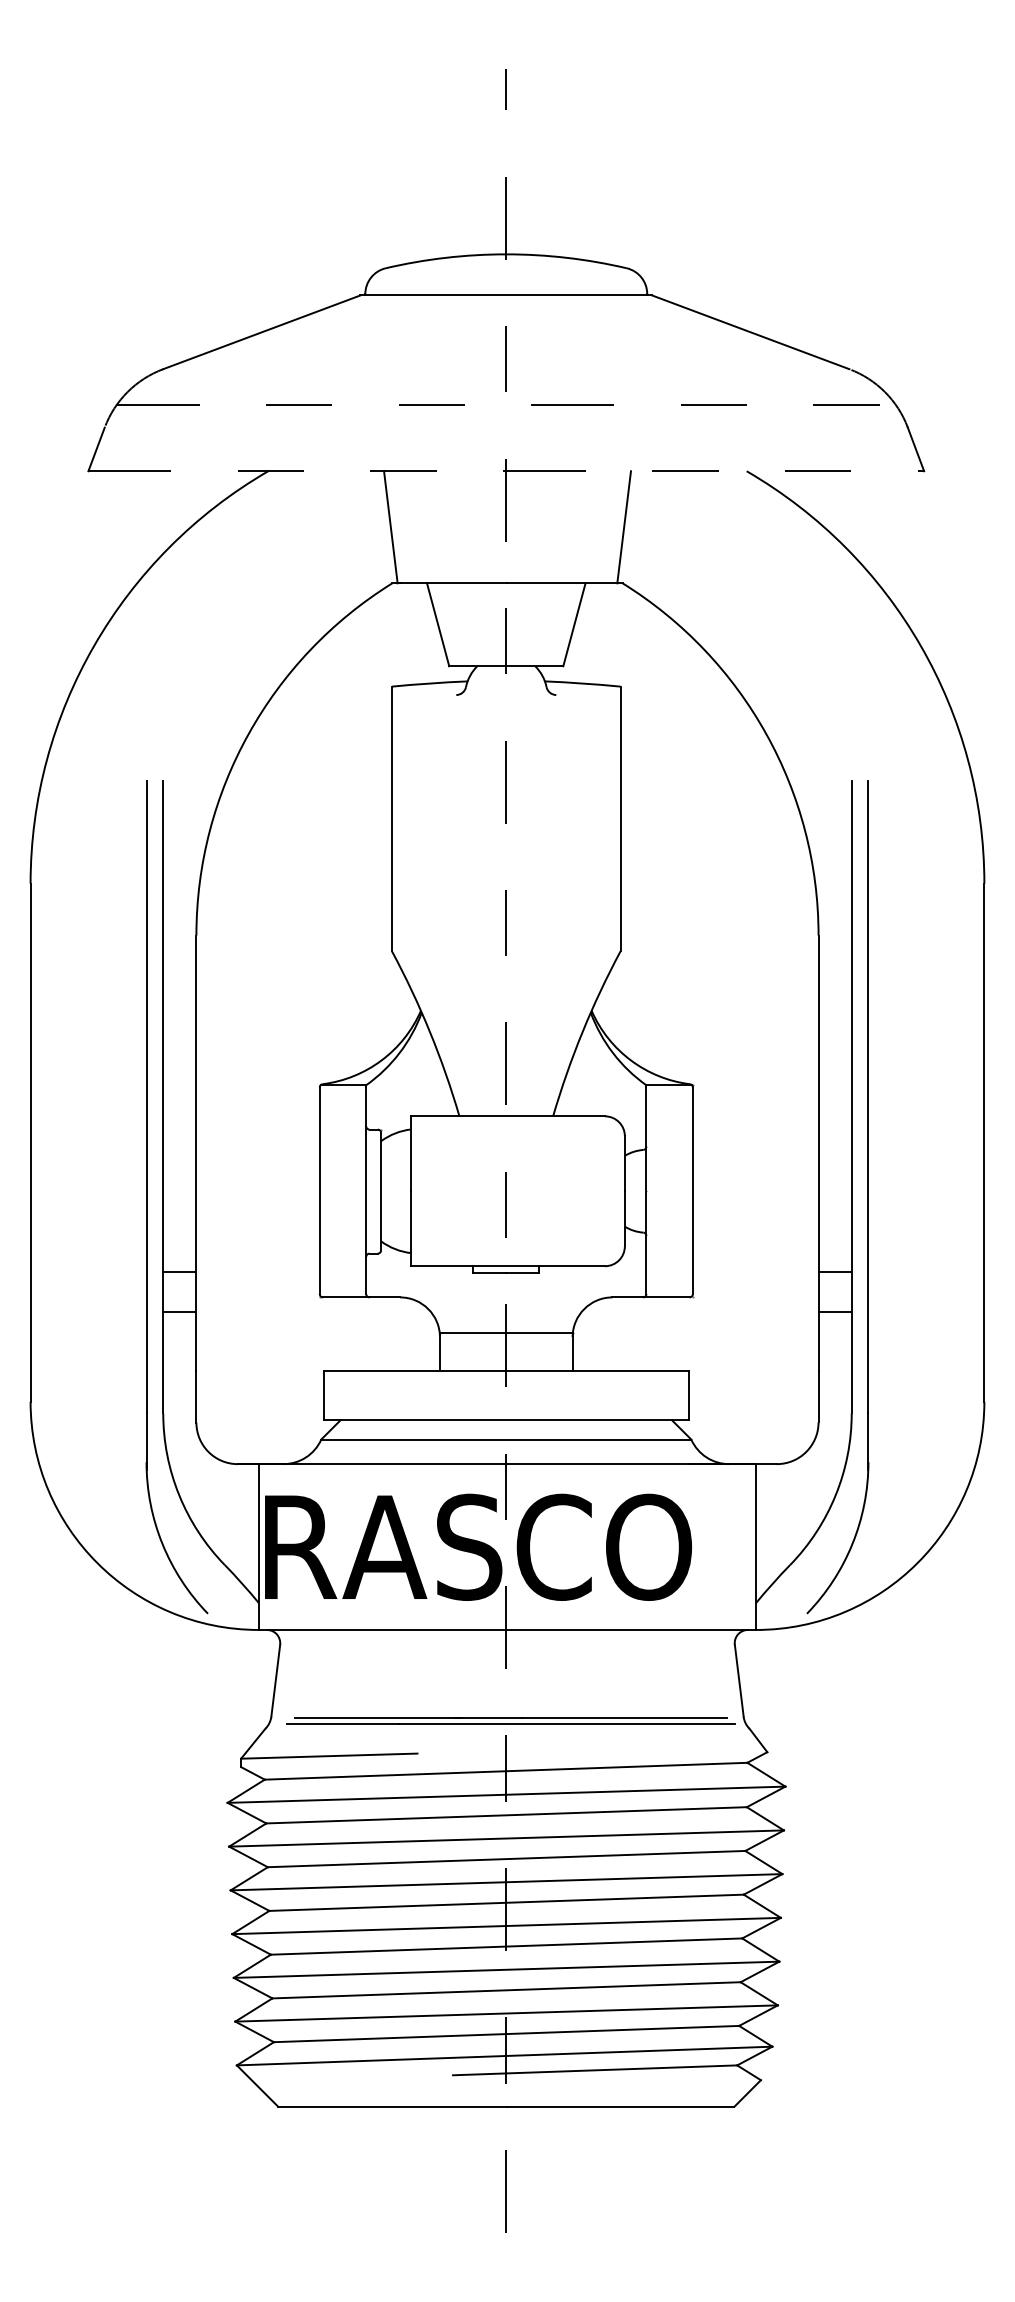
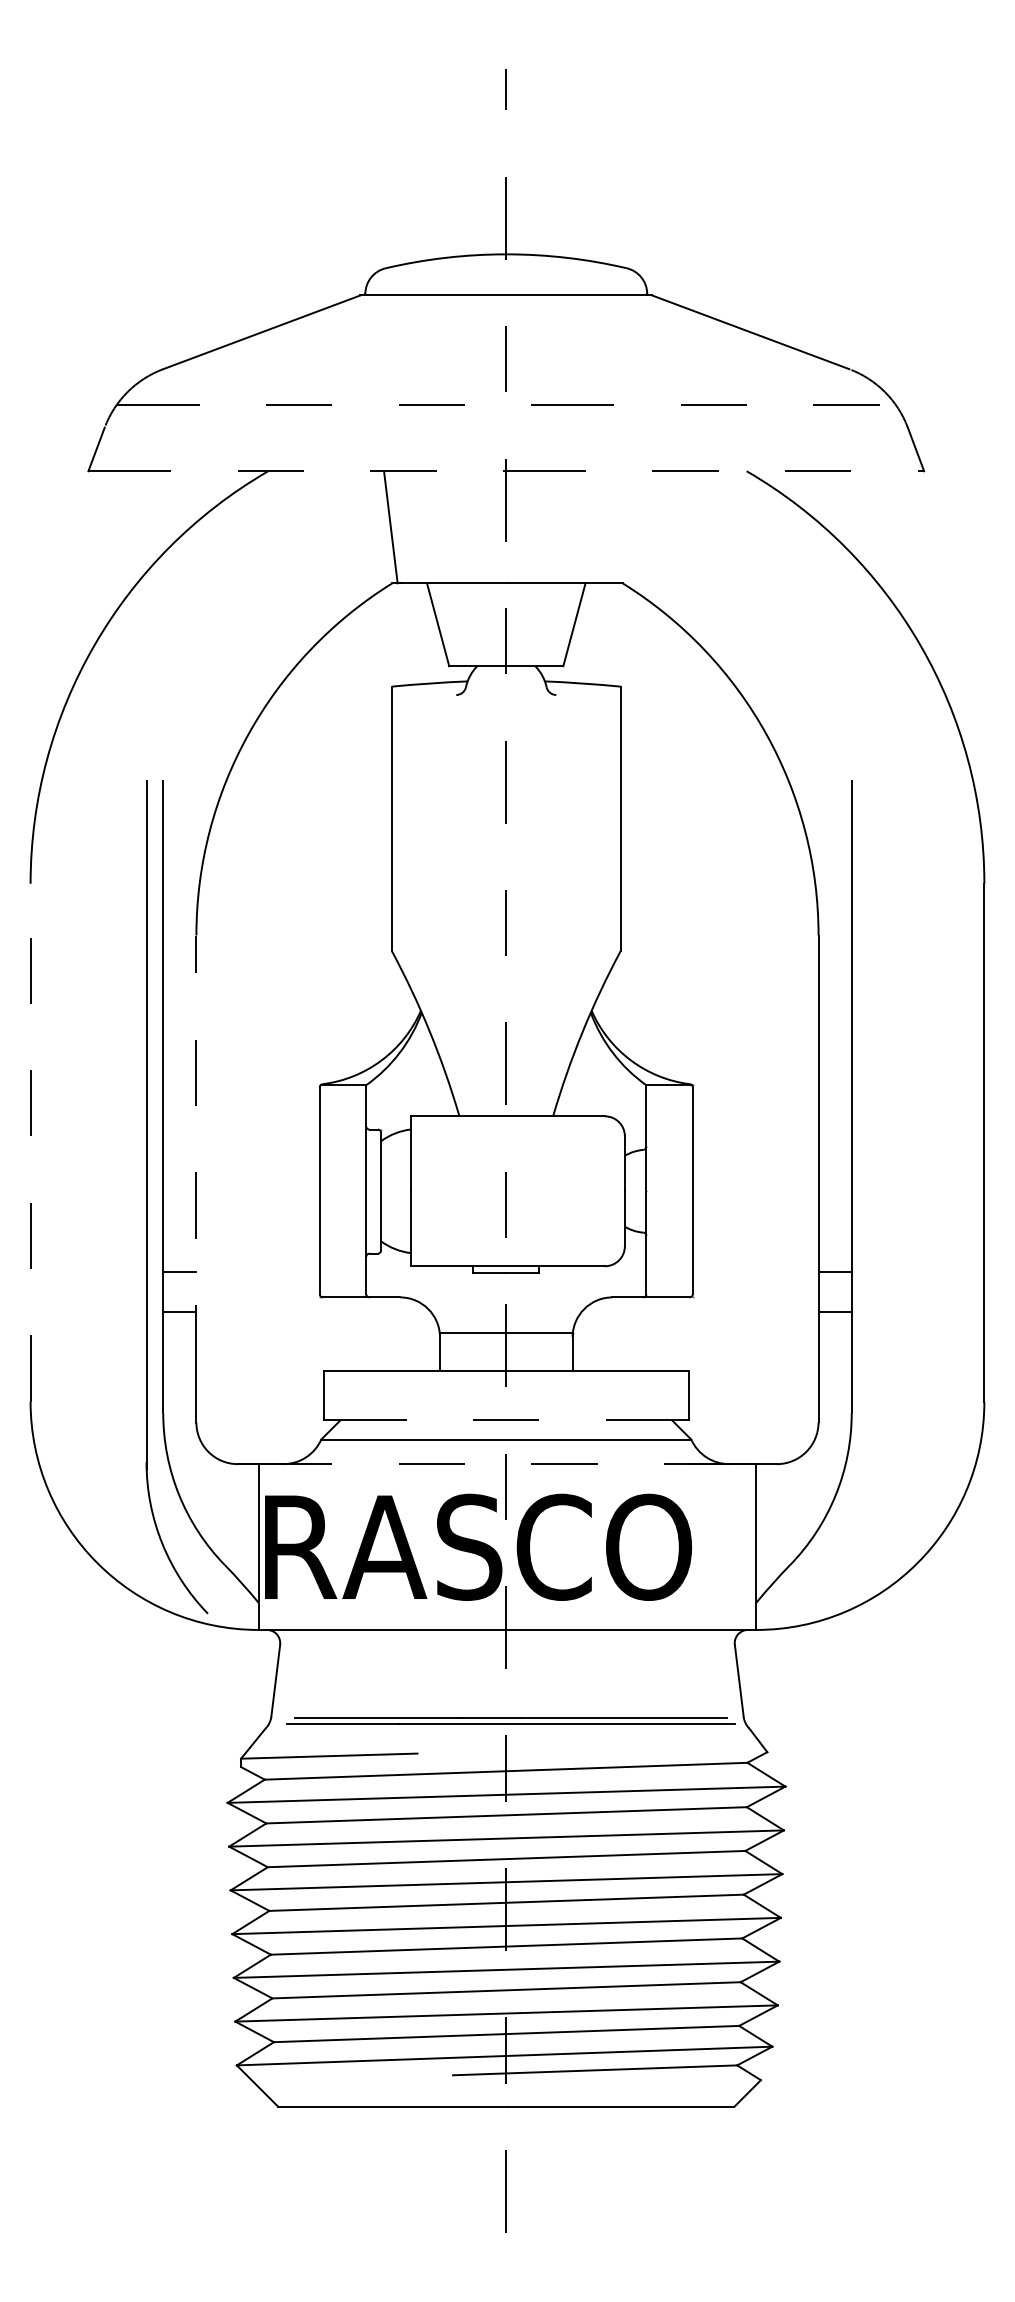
line at (623, 527): present -> none
line at (30, 1142): solid -> dashed
line at (196, 1153): solid -> dashed
part at (867, 1197): present -> none
line at (506, 1420): solid -> dashed
line at (506, 1464): solid -> dashed
